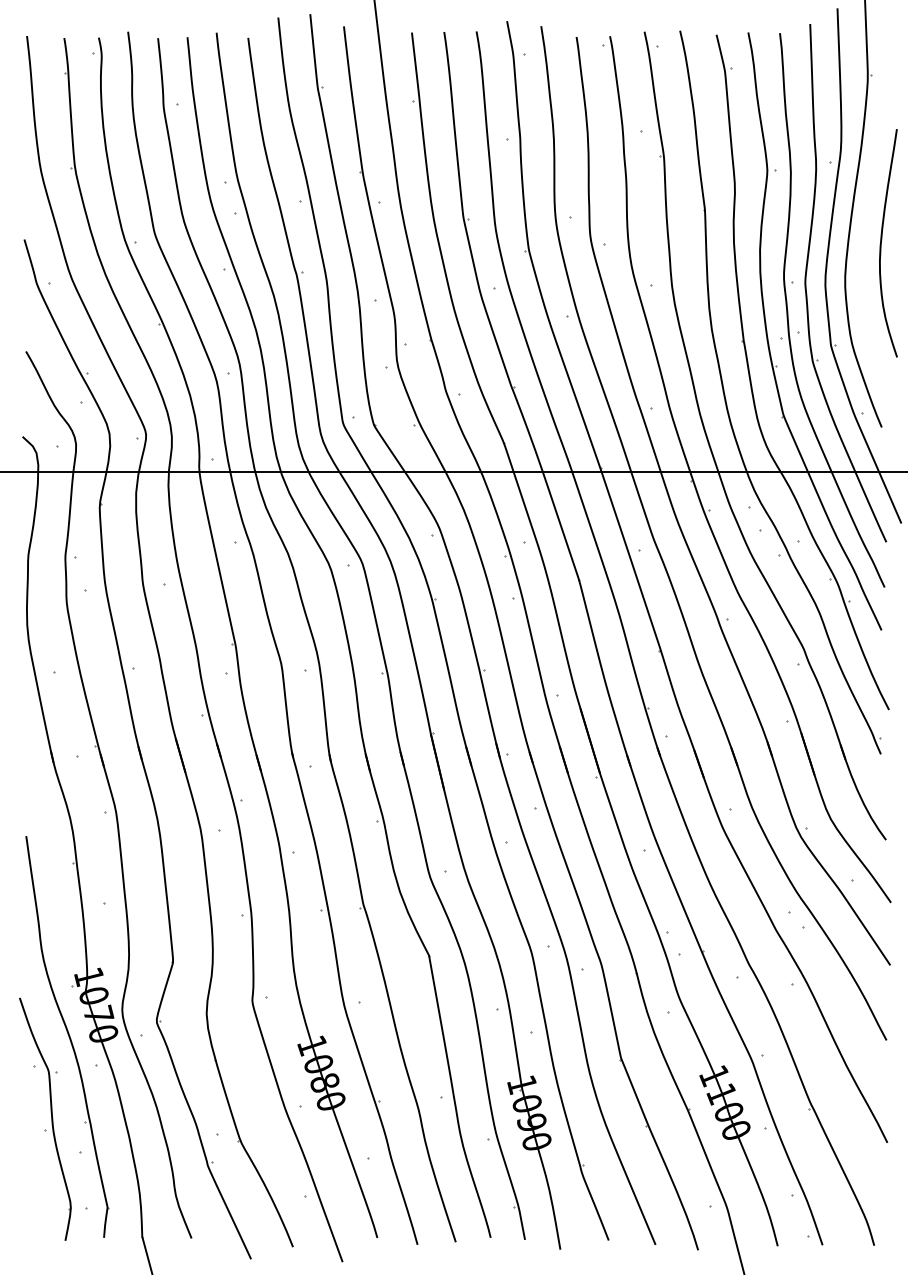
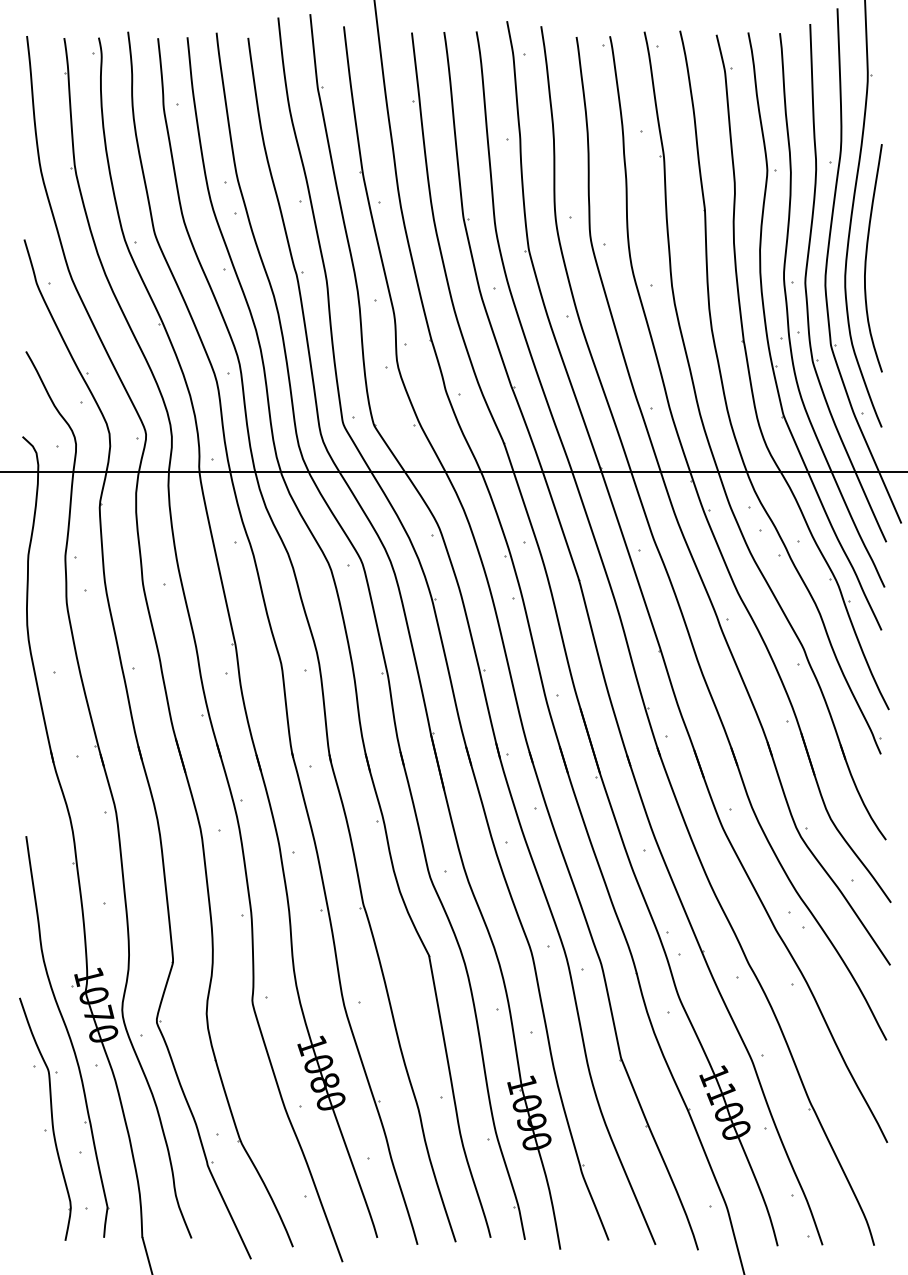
curve at (882, 240) position: (882, 240) -> (867, 255)
